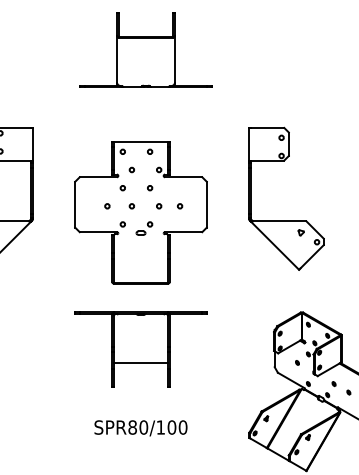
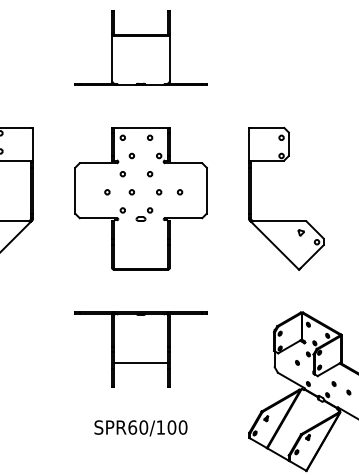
part at (145, 49) position: (145, 49) -> (140, 47)
part at (140, 212) position: (140, 212) -> (140, 198)
text at (132, 427): SPR80/100 -> SPR60/100
